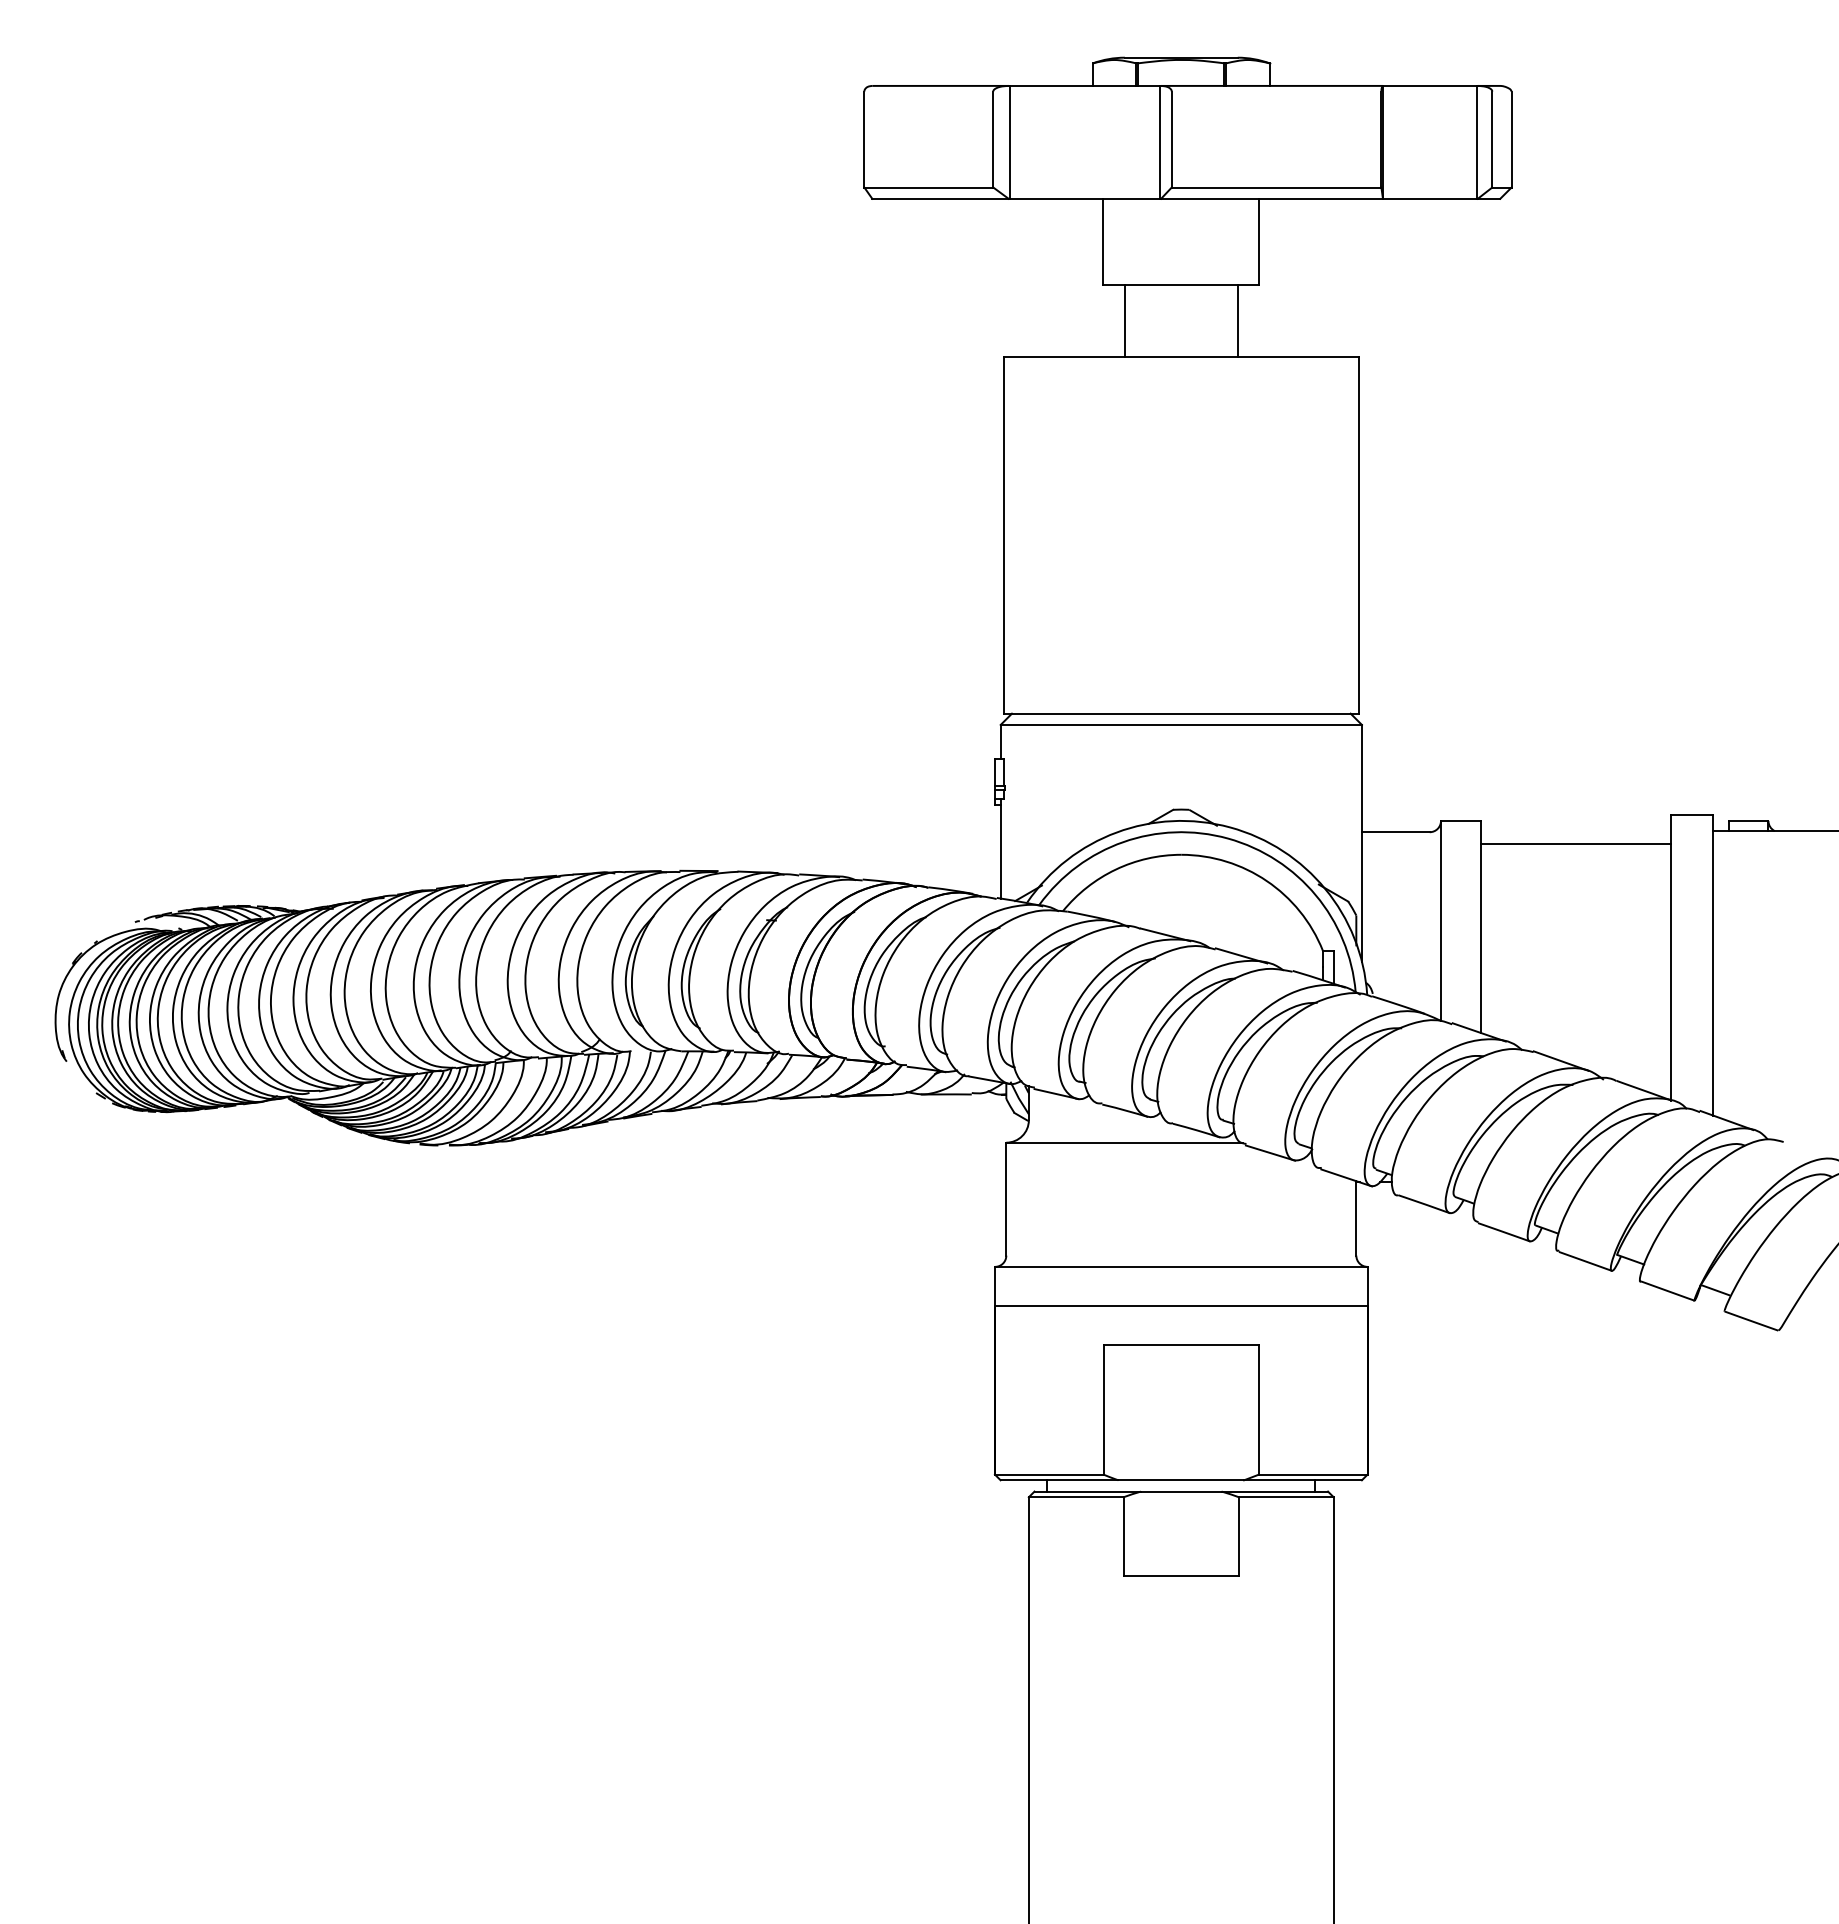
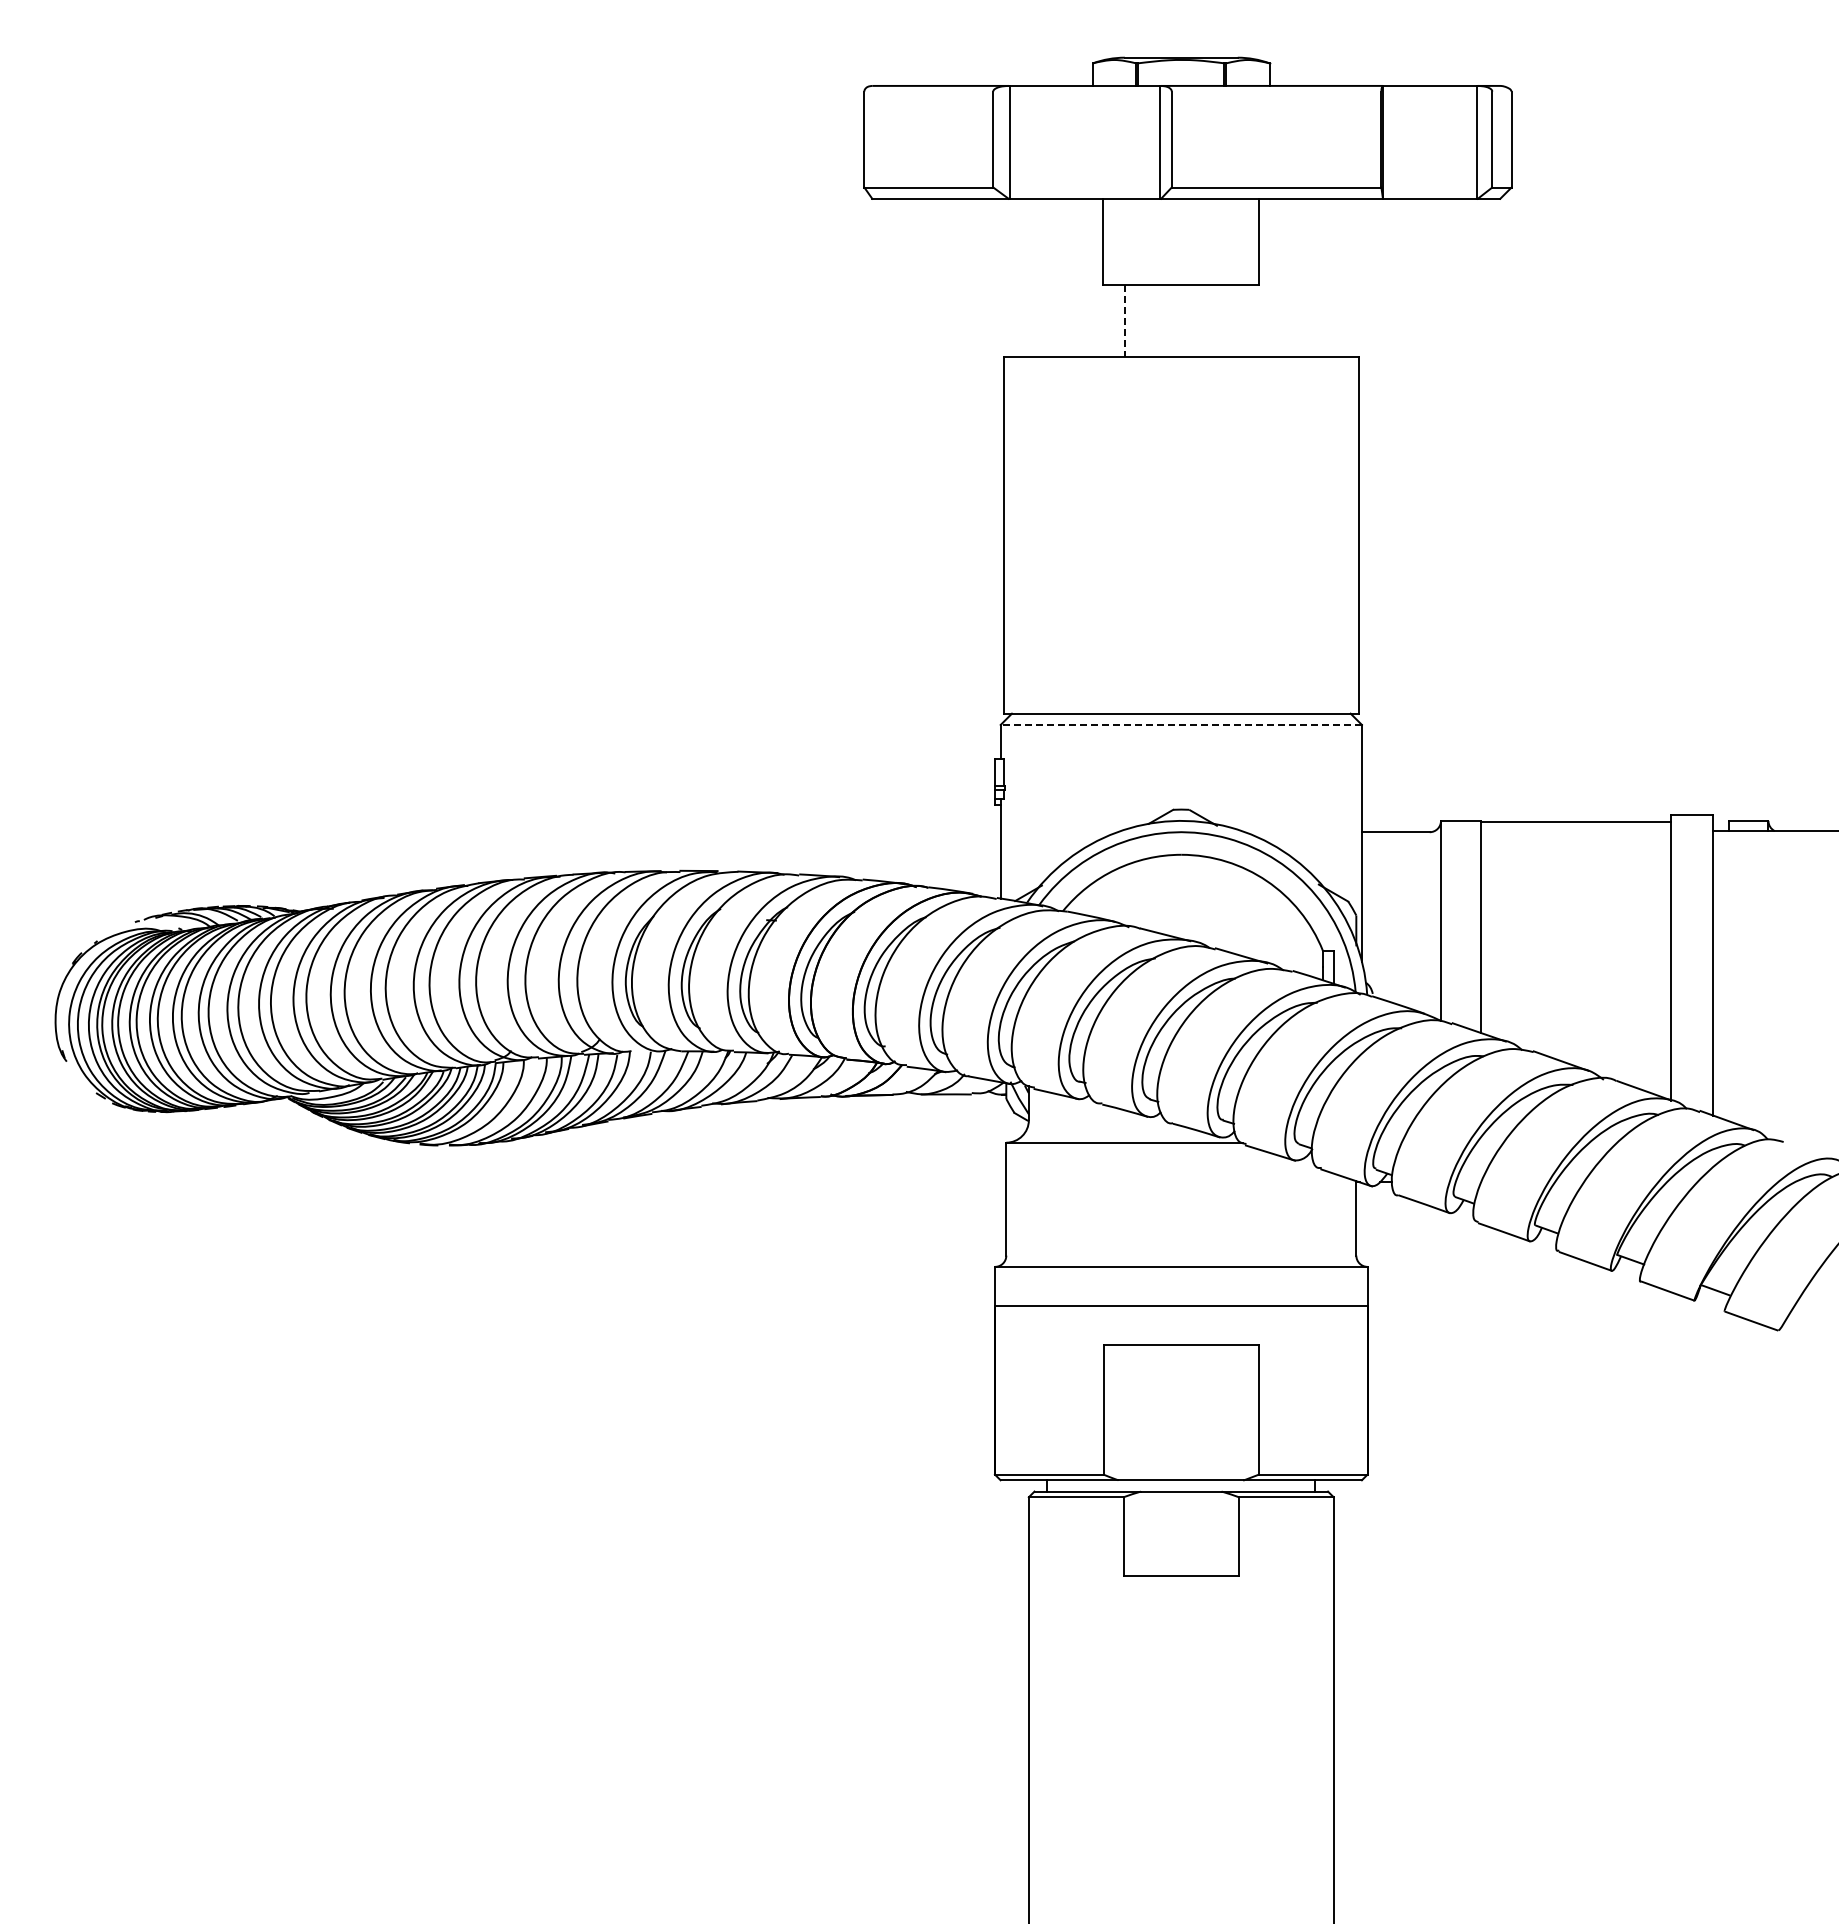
line at (1237, 320): present -> none
line at (1124, 321): solid -> dashed
line at (1181, 724): solid -> dashed
line at (1575, 843) position: (1575, 843) -> (1575, 821)
